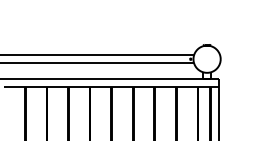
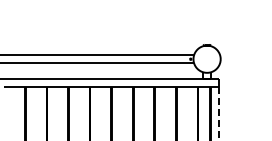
line at (218, 114): solid -> dashed
